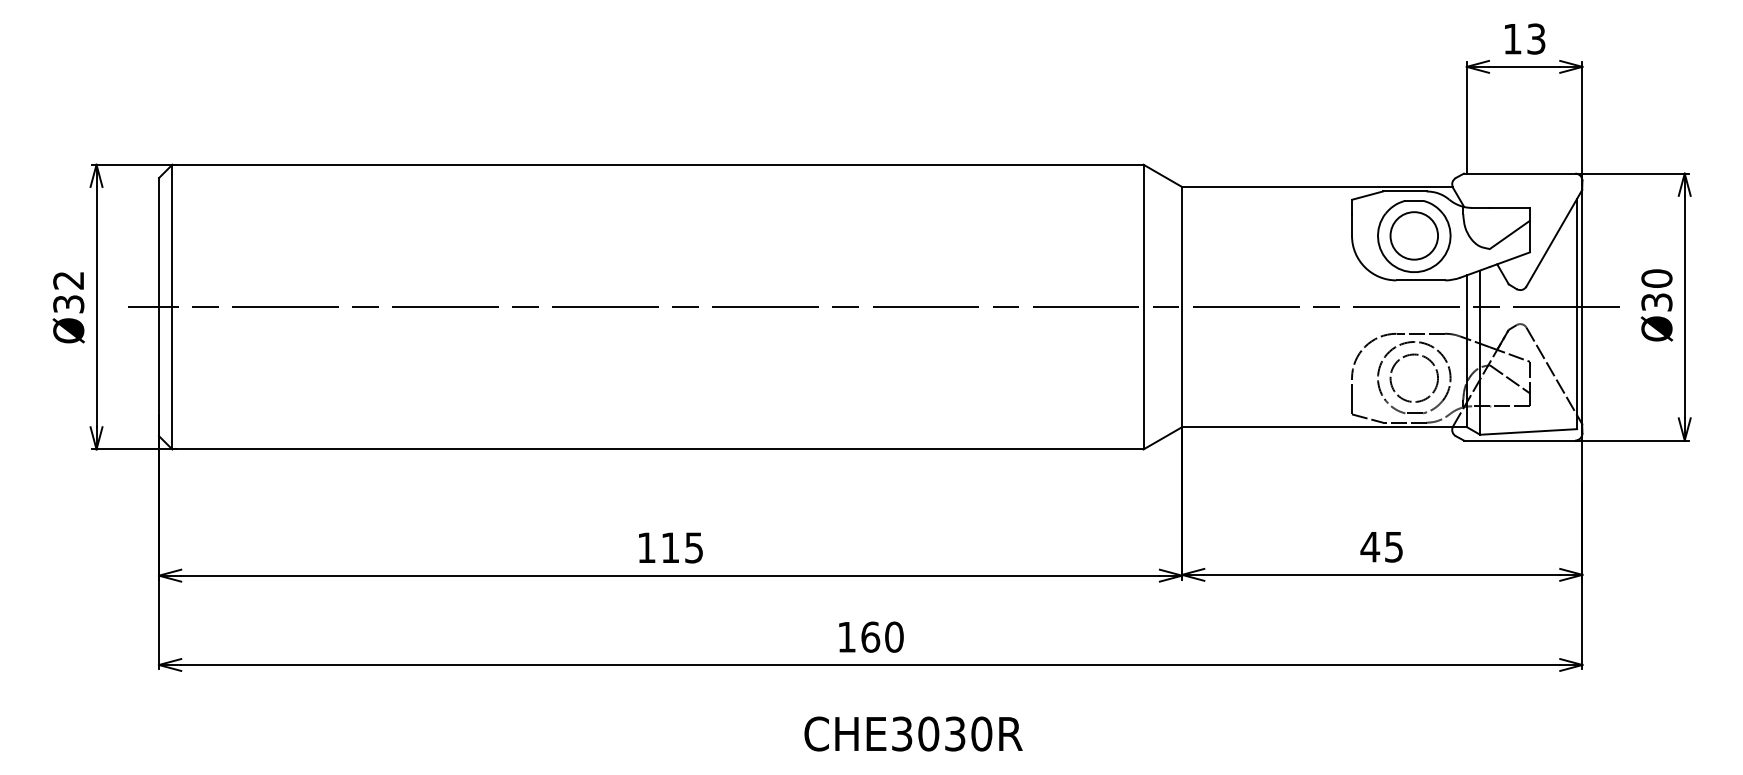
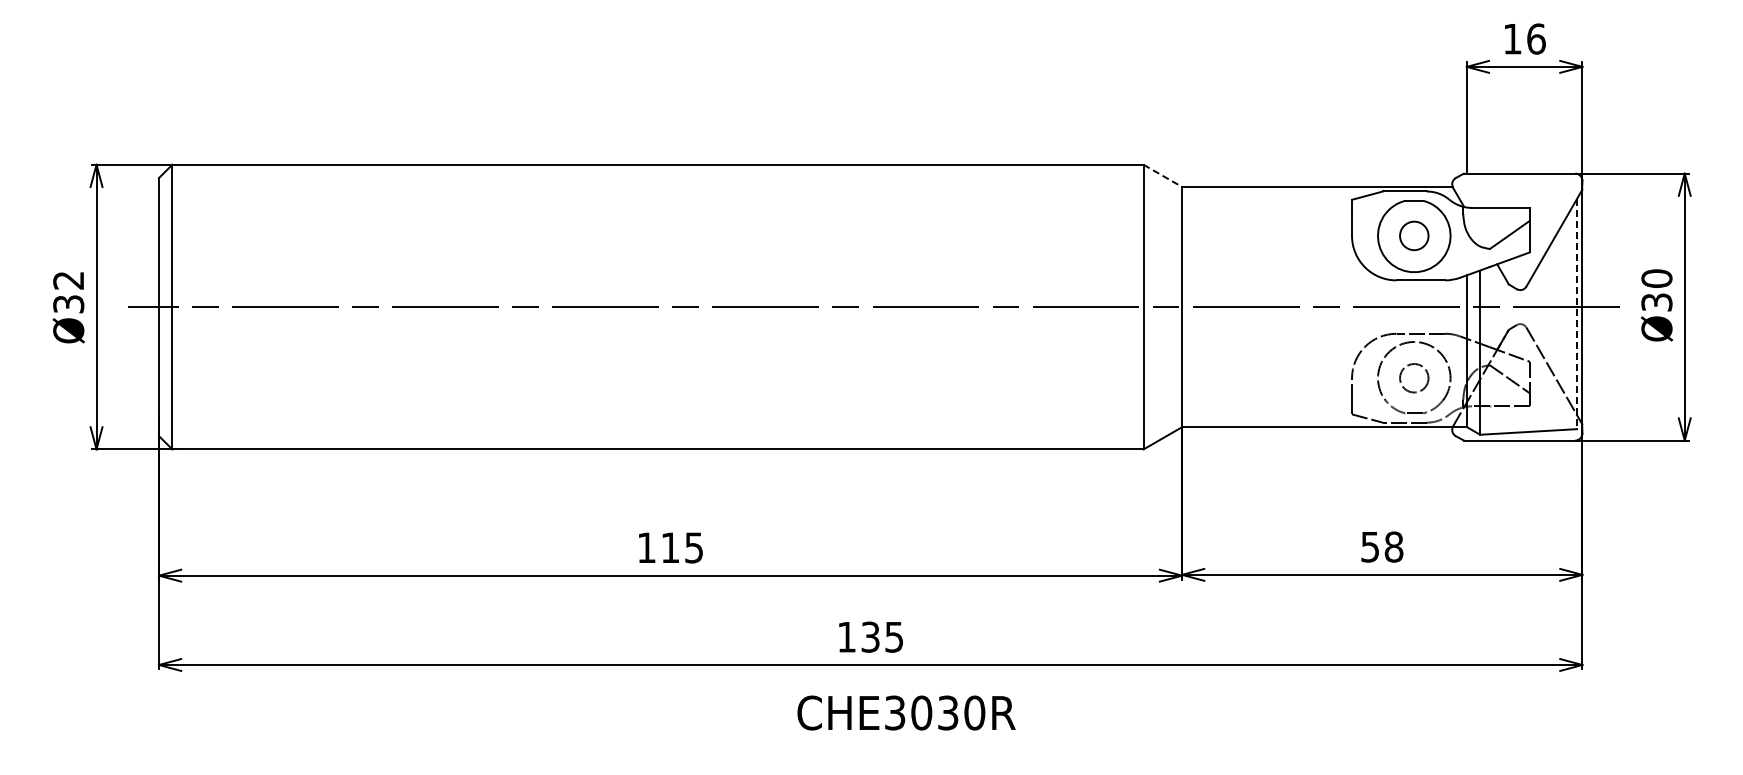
text at (1536, 38): 13 -> 16
line at (1163, 176): solid -> dashed
circle at (1414, 235) diameter: 48 px -> 29 px
line at (1577, 314): solid -> dashed
circle at (1414, 378) diameter: 48 px -> 29 px
text at (1381, 546): 45 -> 58
text at (882, 636): 160 -> 135
text at (913, 733) position: (913, 733) -> (906, 712)
